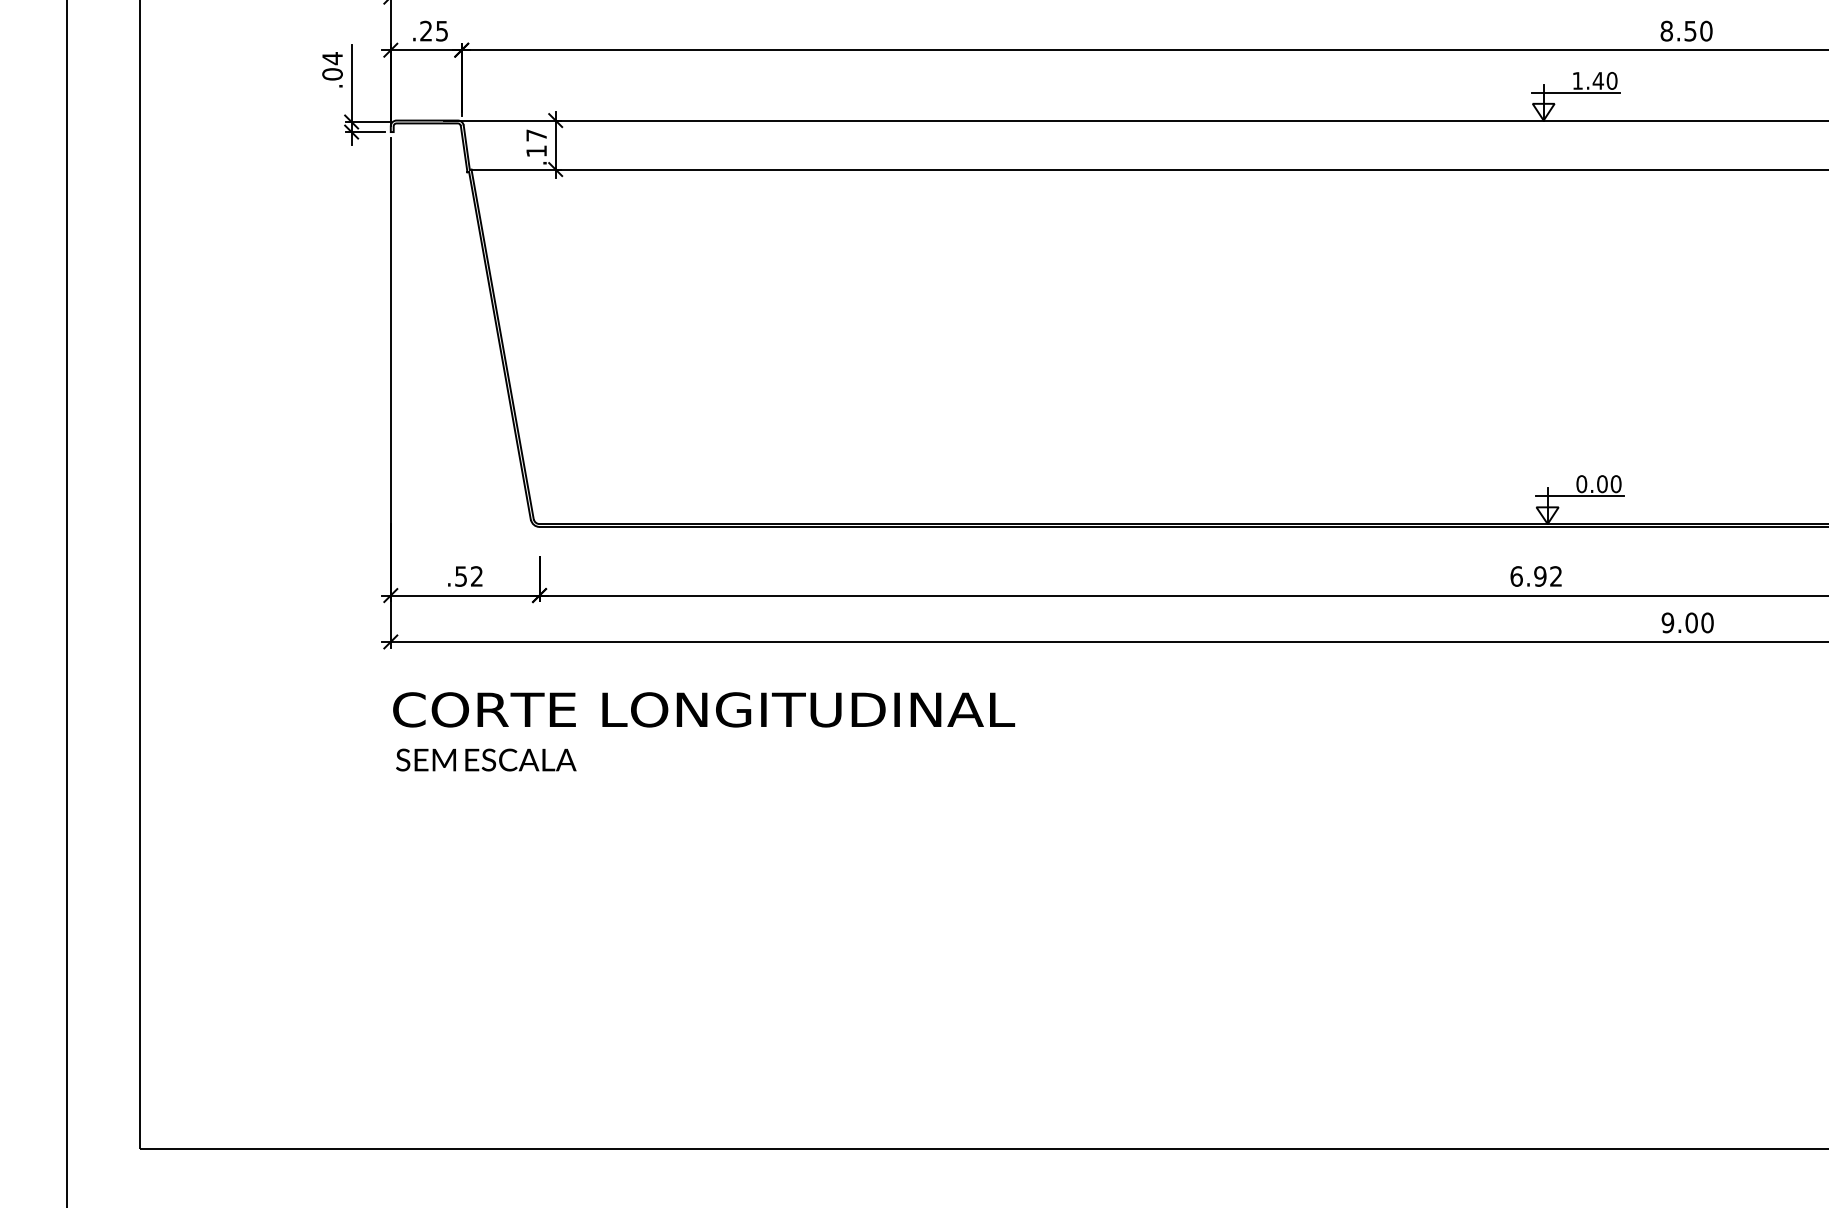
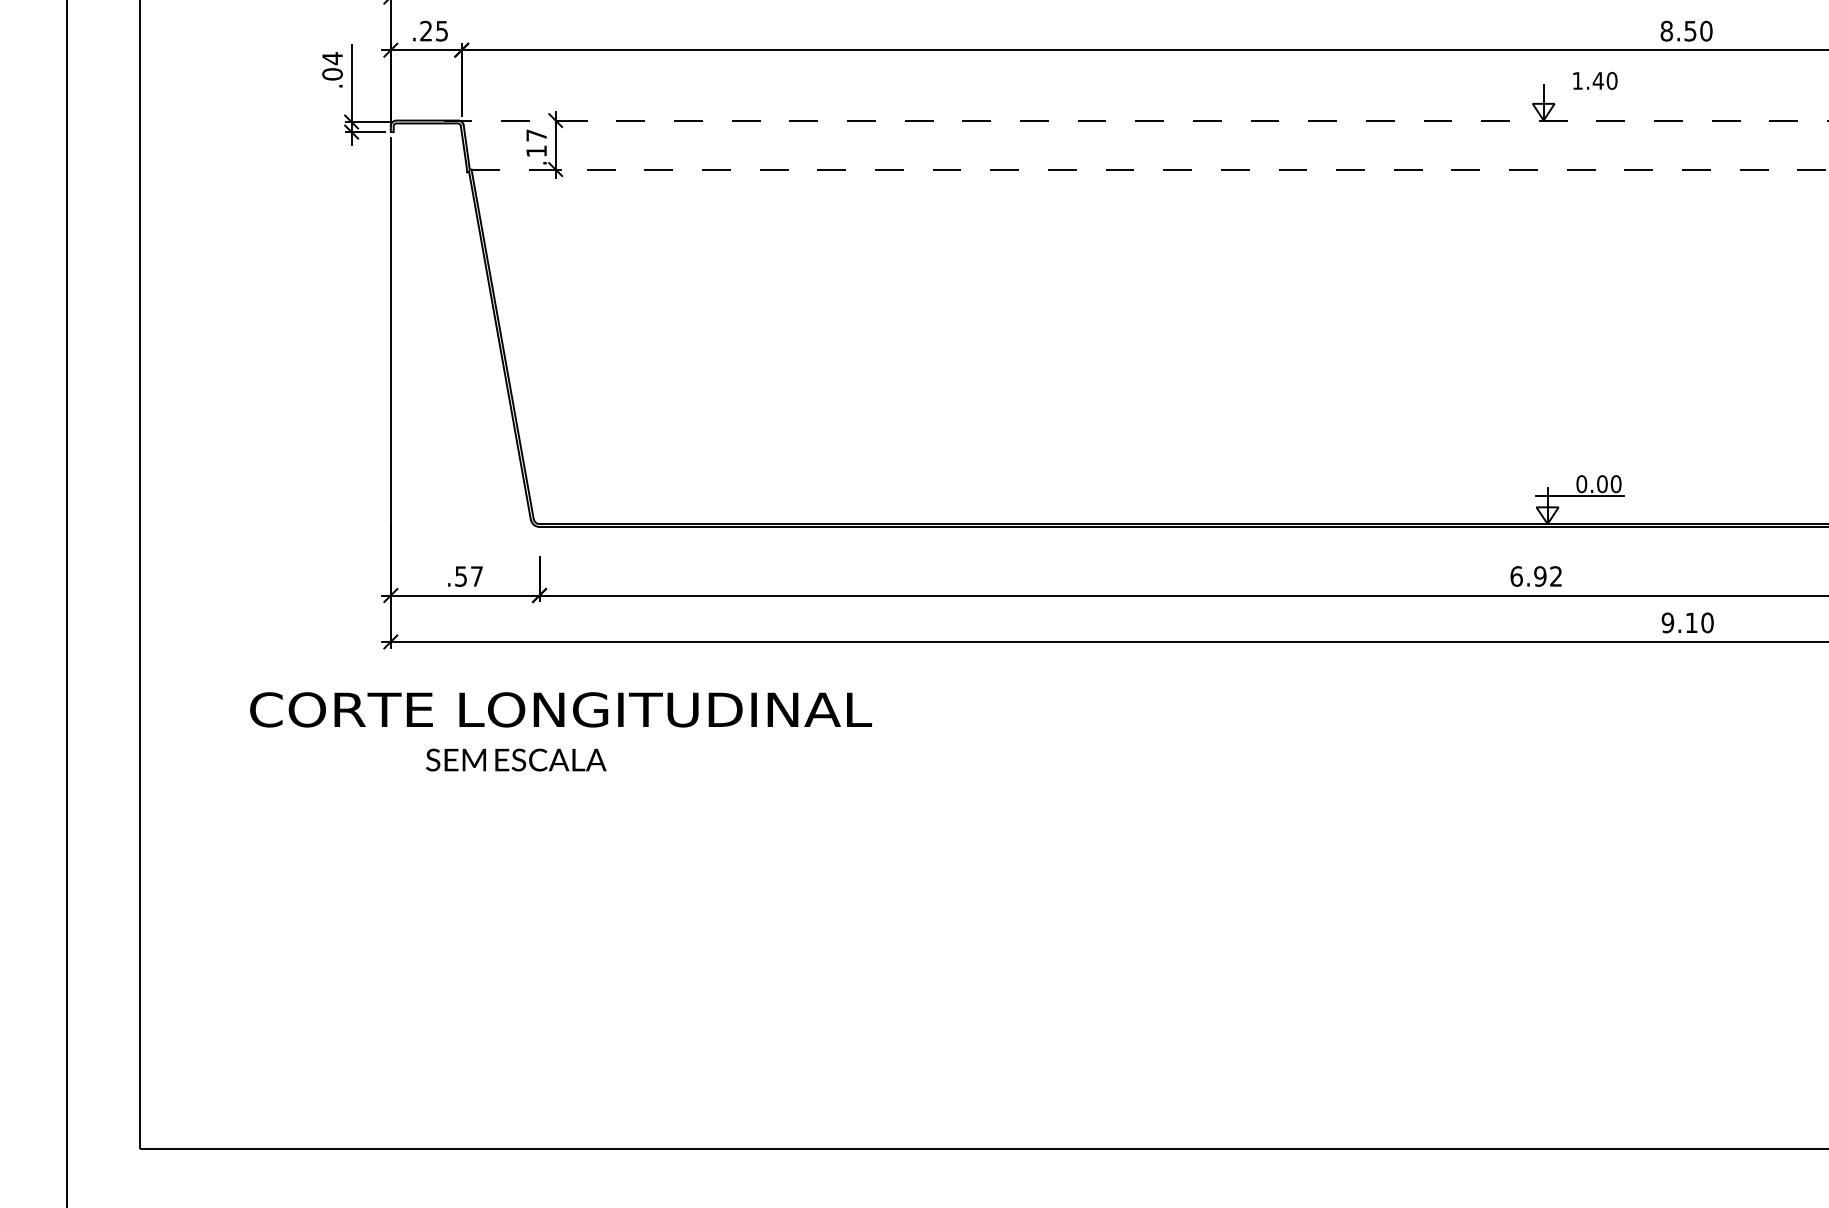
line at (1575, 92): present -> none
line at (1136, 120): solid -> dashed
line at (1150, 169): solid -> dashed
text at (476, 576): .52 -> .57
text at (1691, 622): 9.00 -> 9.10
text at (704, 709) position: (704, 709) -> (561, 709)
text at (486, 759) position: (486, 759) -> (516, 759)
